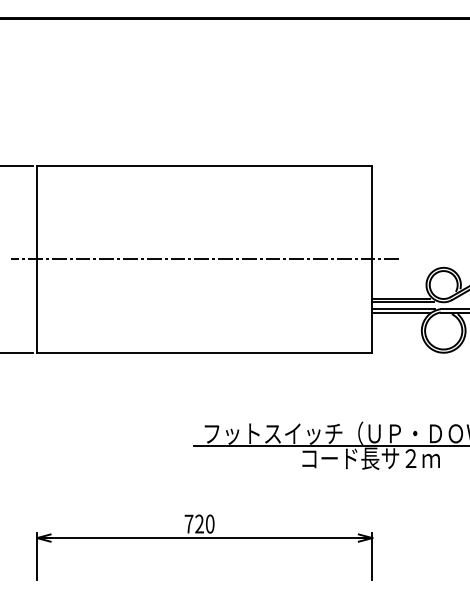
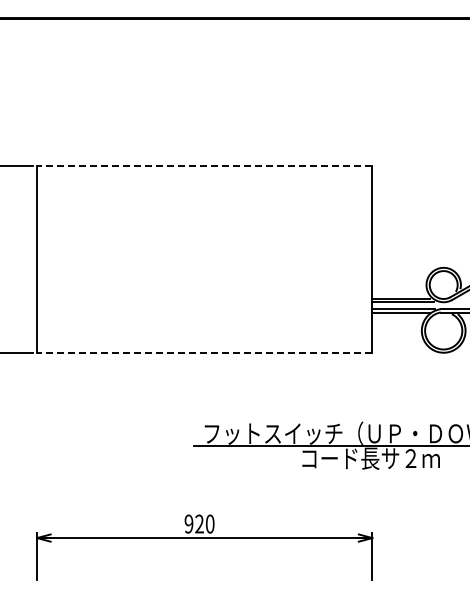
line at (204, 166): solid -> dashed
line at (205, 259): present -> none
line at (204, 352): solid -> dashed
text at (188, 523): 720 -> 920
